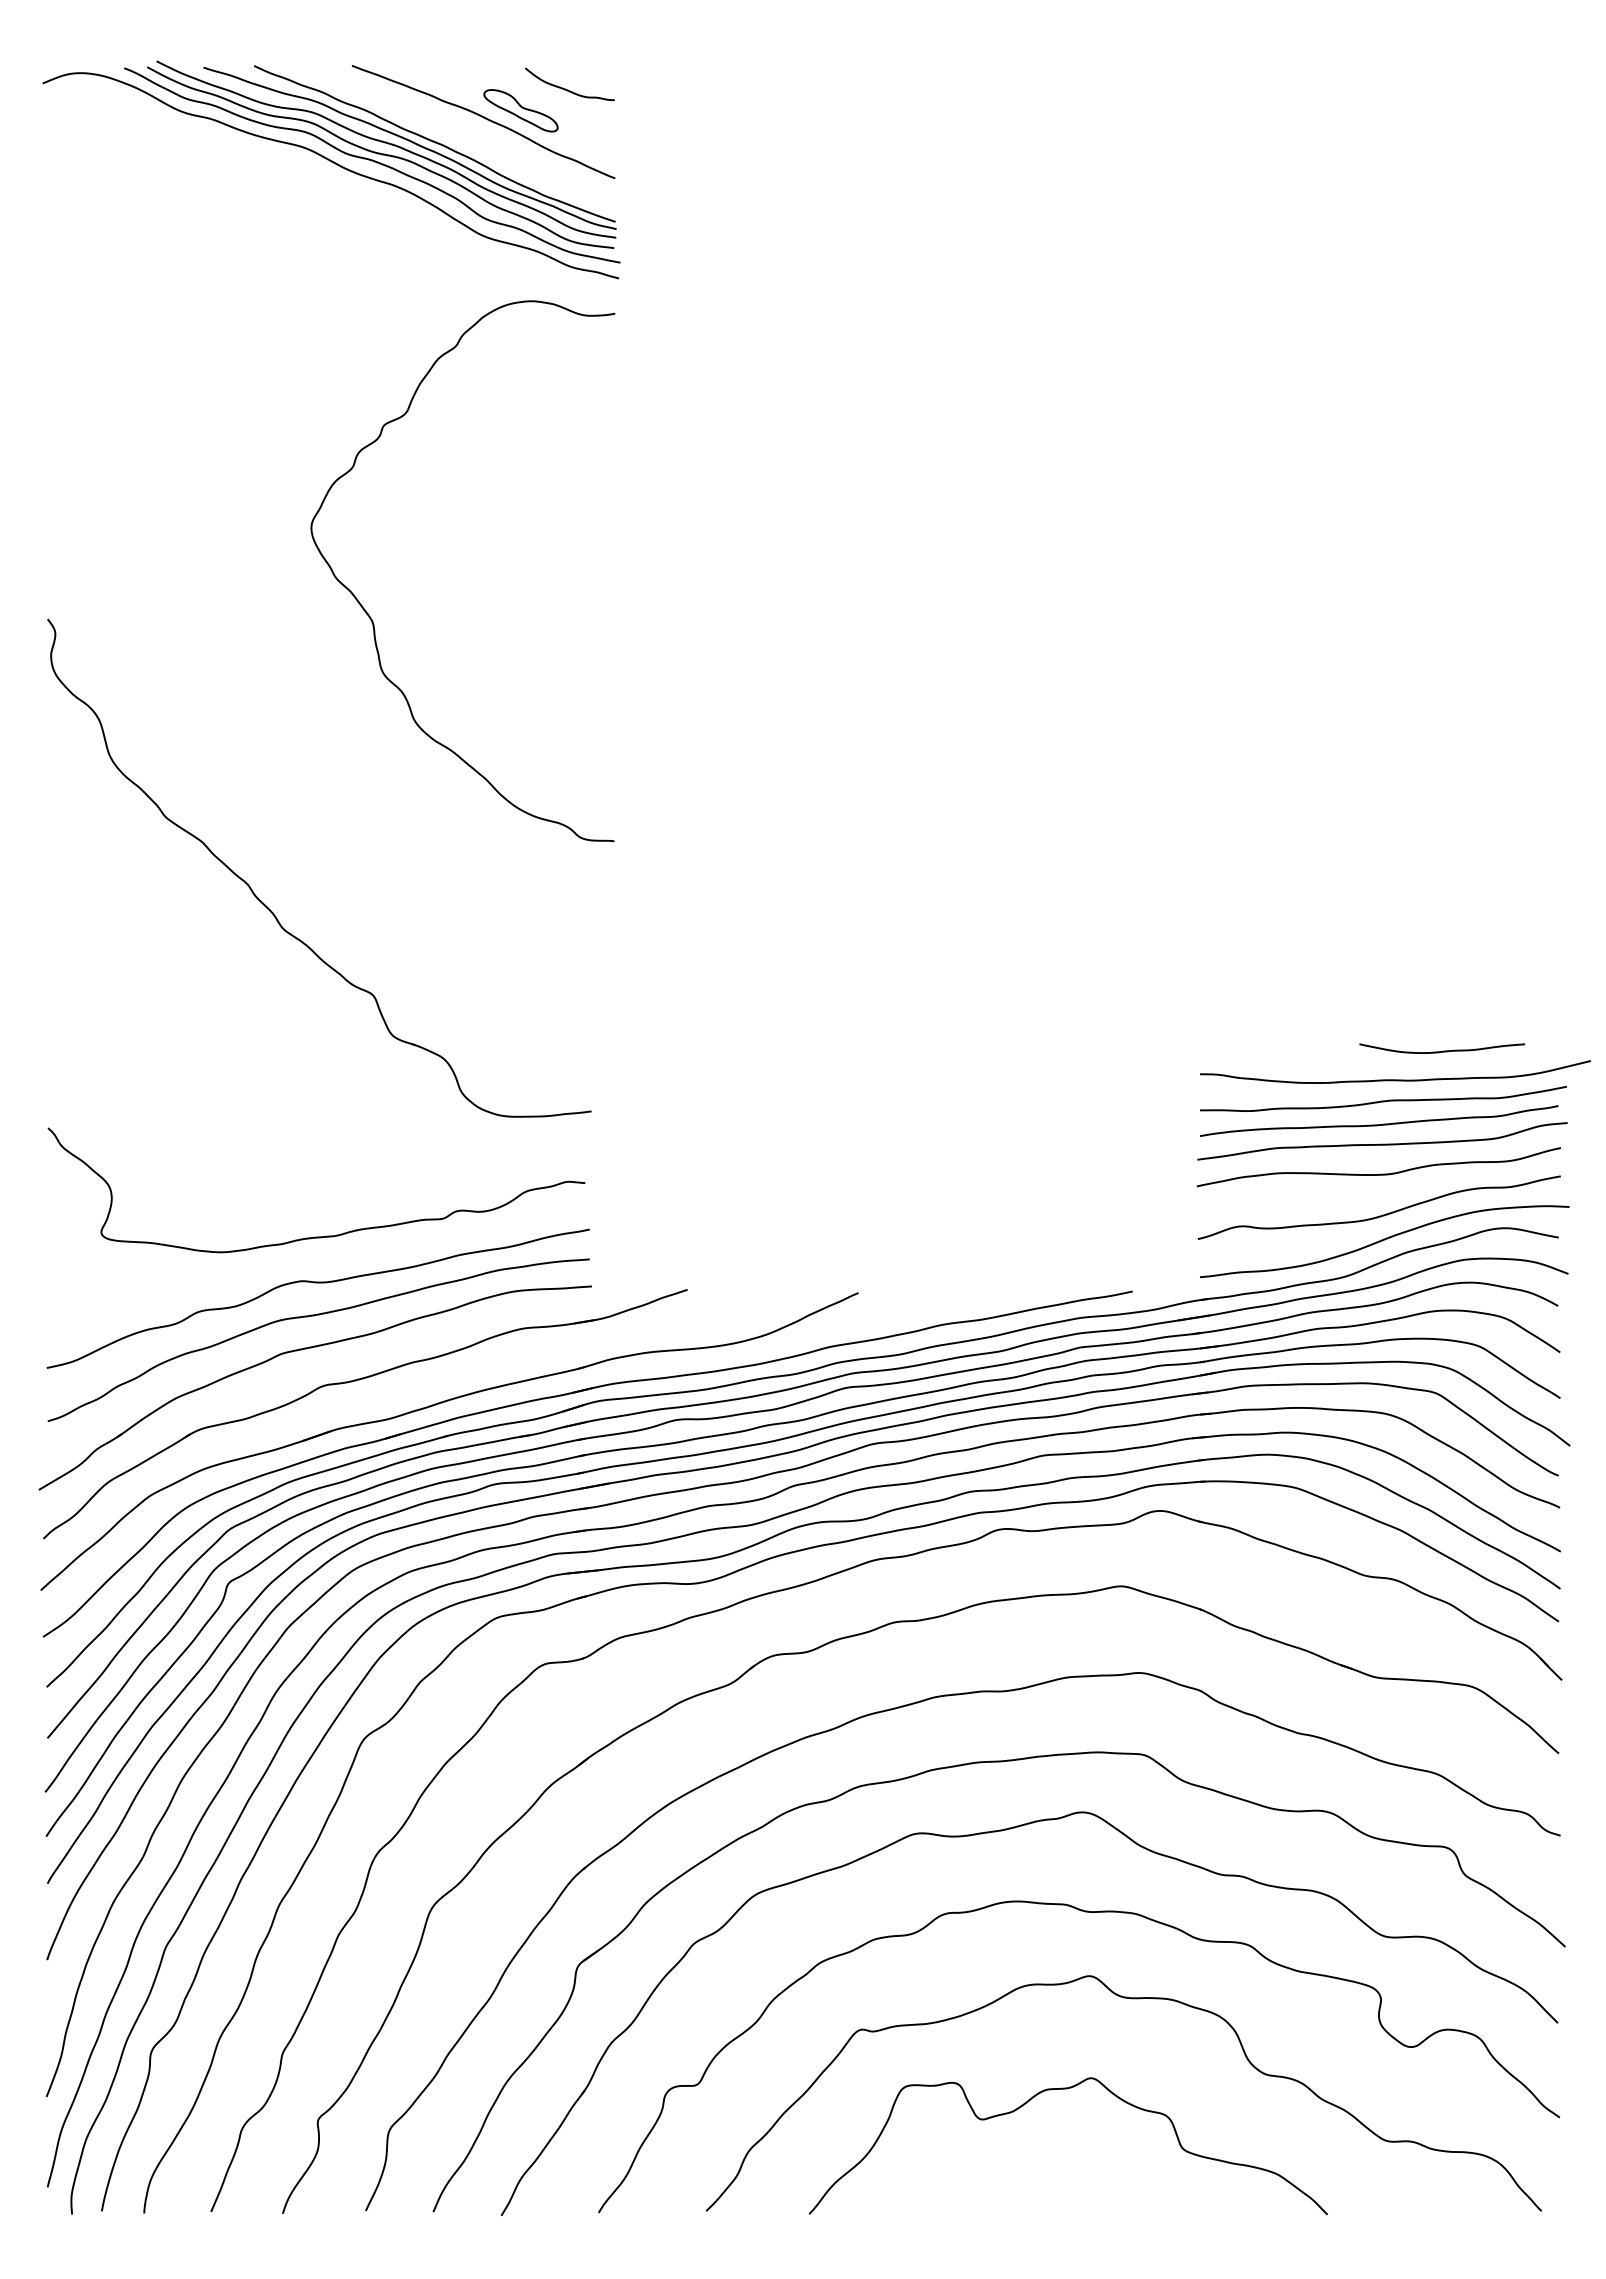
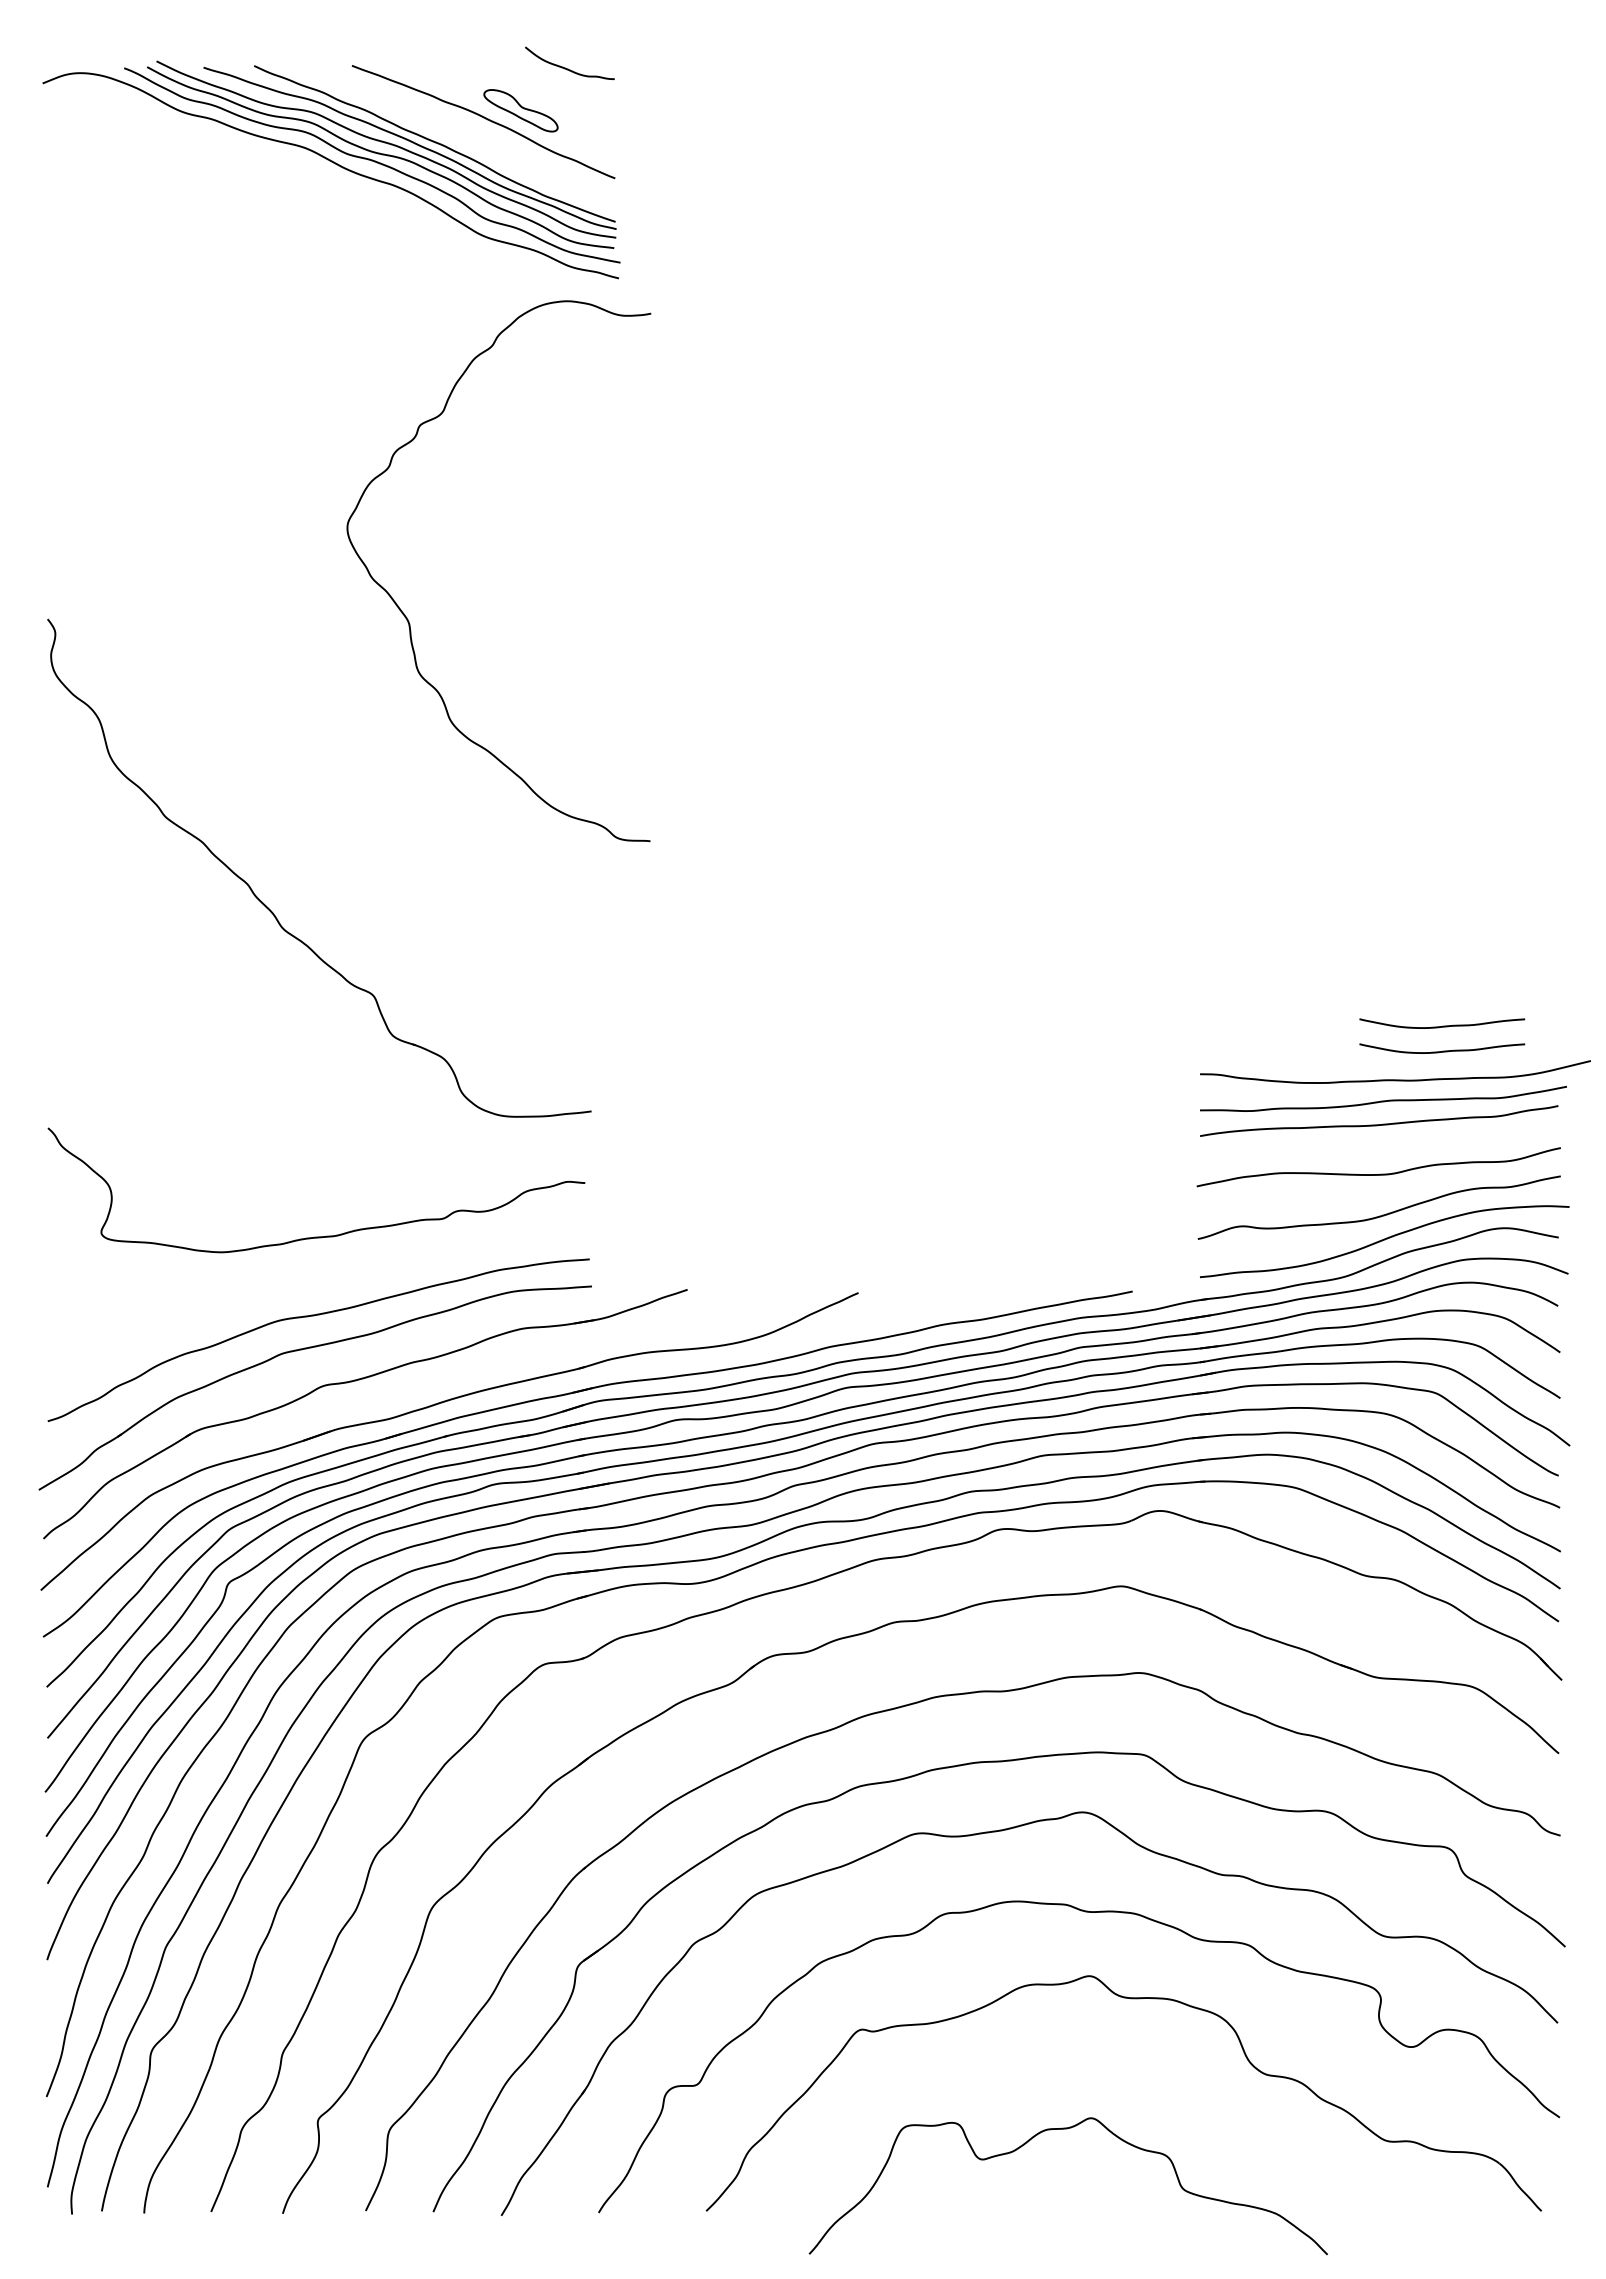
curve at (568, 89) position: (568, 89) -> (568, 68)
curve at (371, 617) position: (371, 617) -> (407, 617)
curve at (1442, 1025): none -> present
curve at (1382, 1143): present -> none
curve at (317, 1283): present -> none
curve at (1067, 2089) position: (1067, 2089) -> (1067, 2129)
